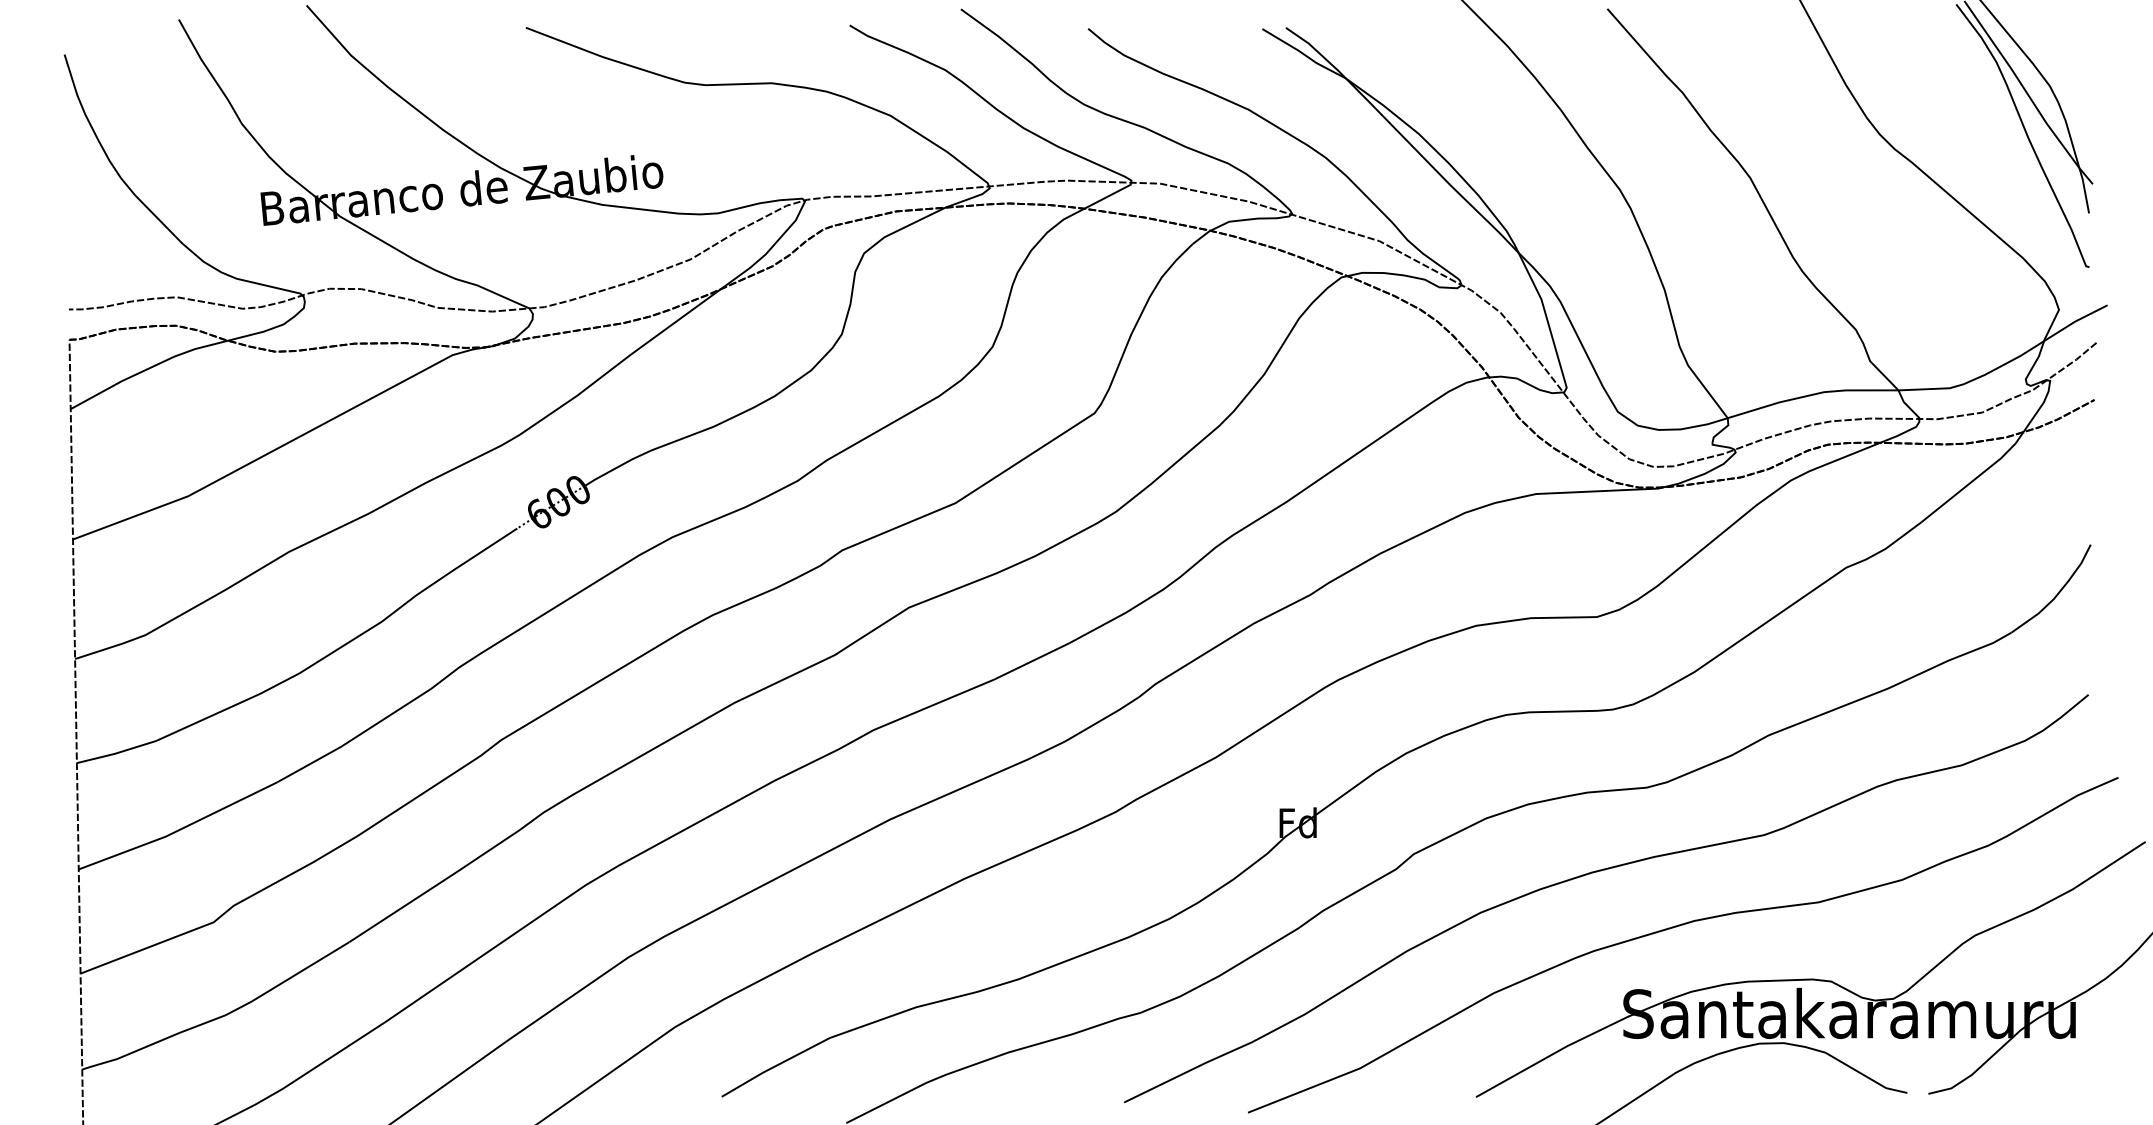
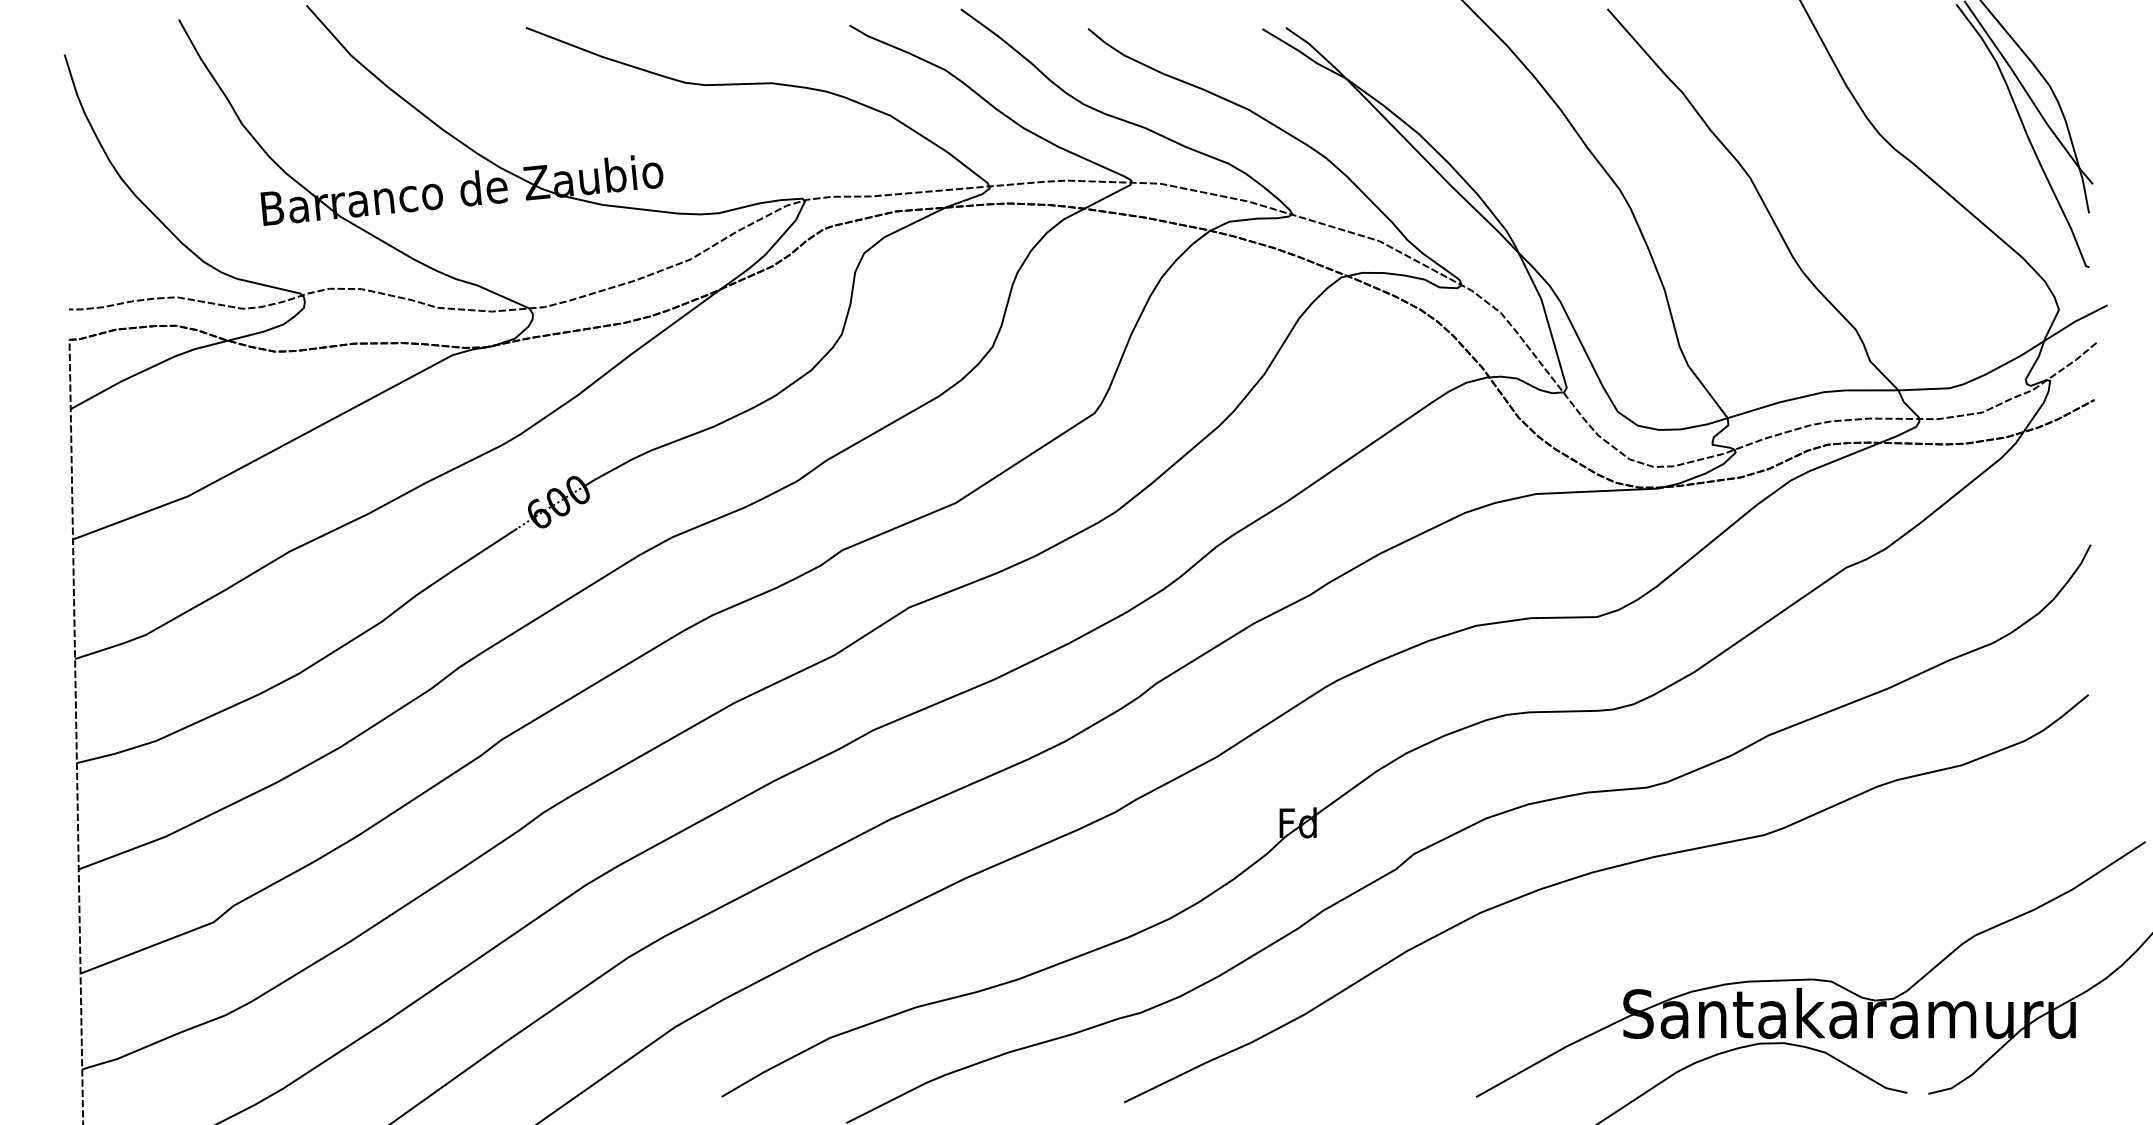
curve at (1680, 926): present -> none
